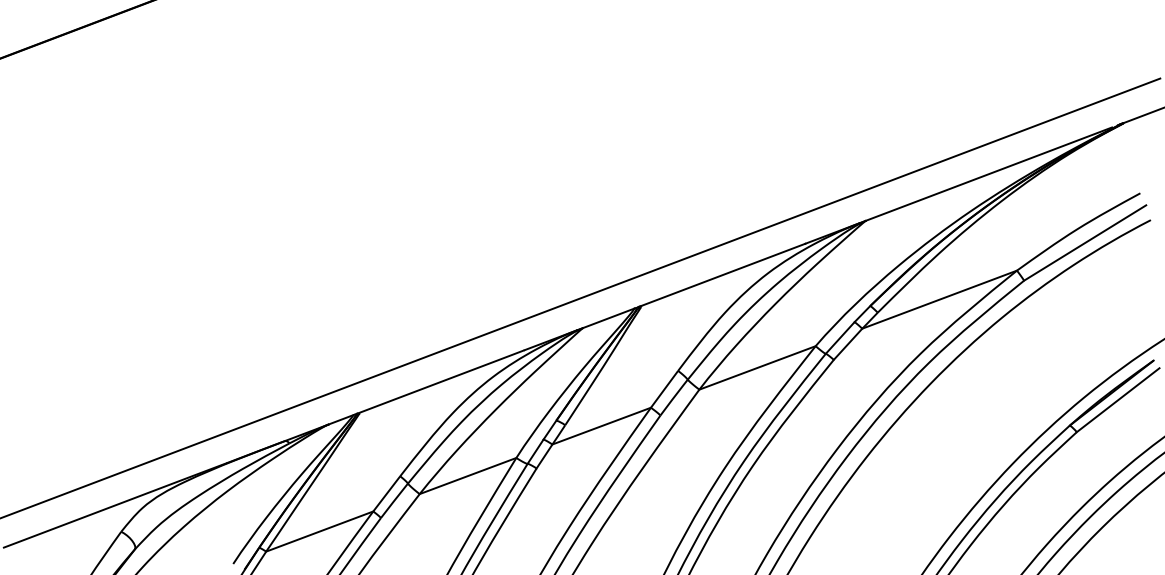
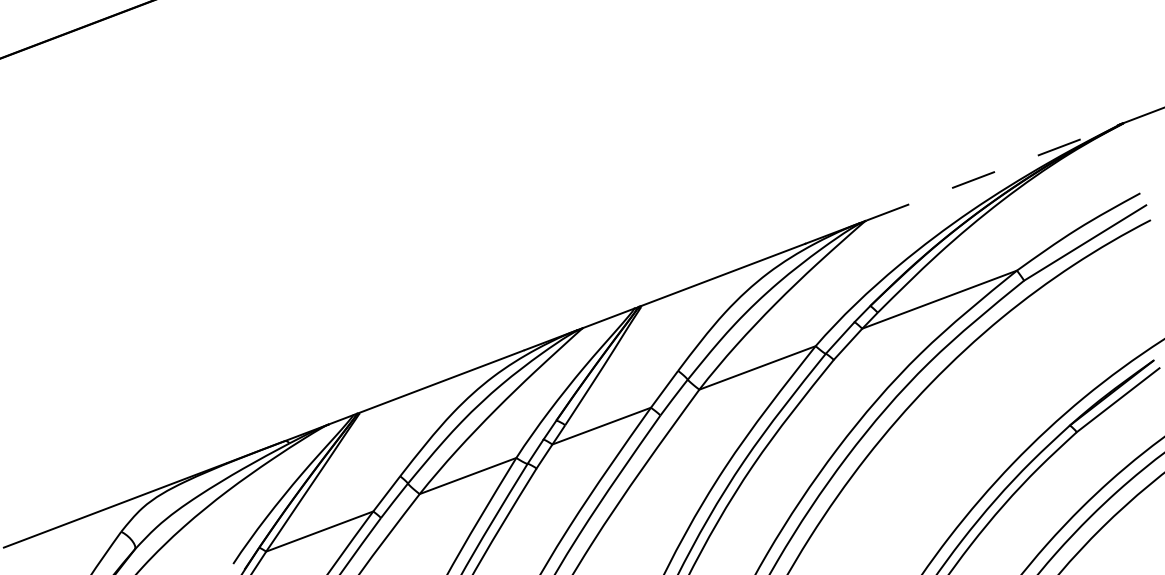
line at (989, 173): solid -> dashed
line at (581, 297): present -> none
